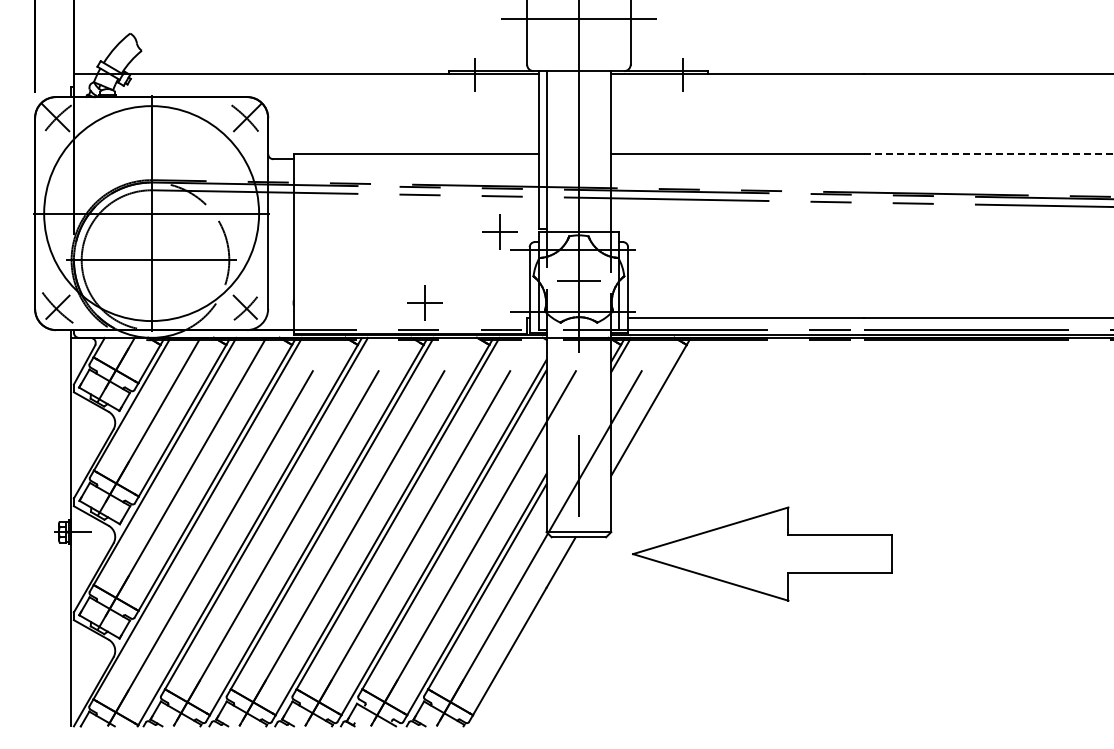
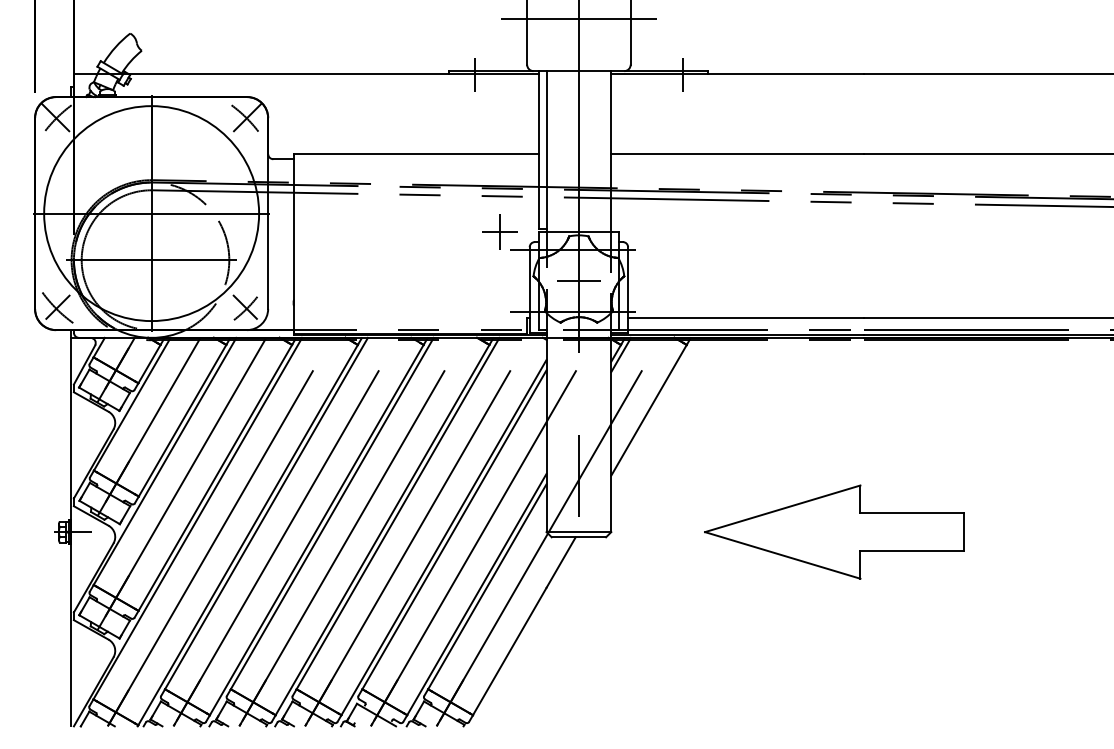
line at (988, 154): dashed -> solid
part at (424, 302): present -> none
part at (762, 553) position: (762, 553) -> (834, 531)
